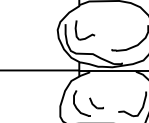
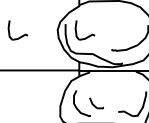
part at (21, 35): none -> present
